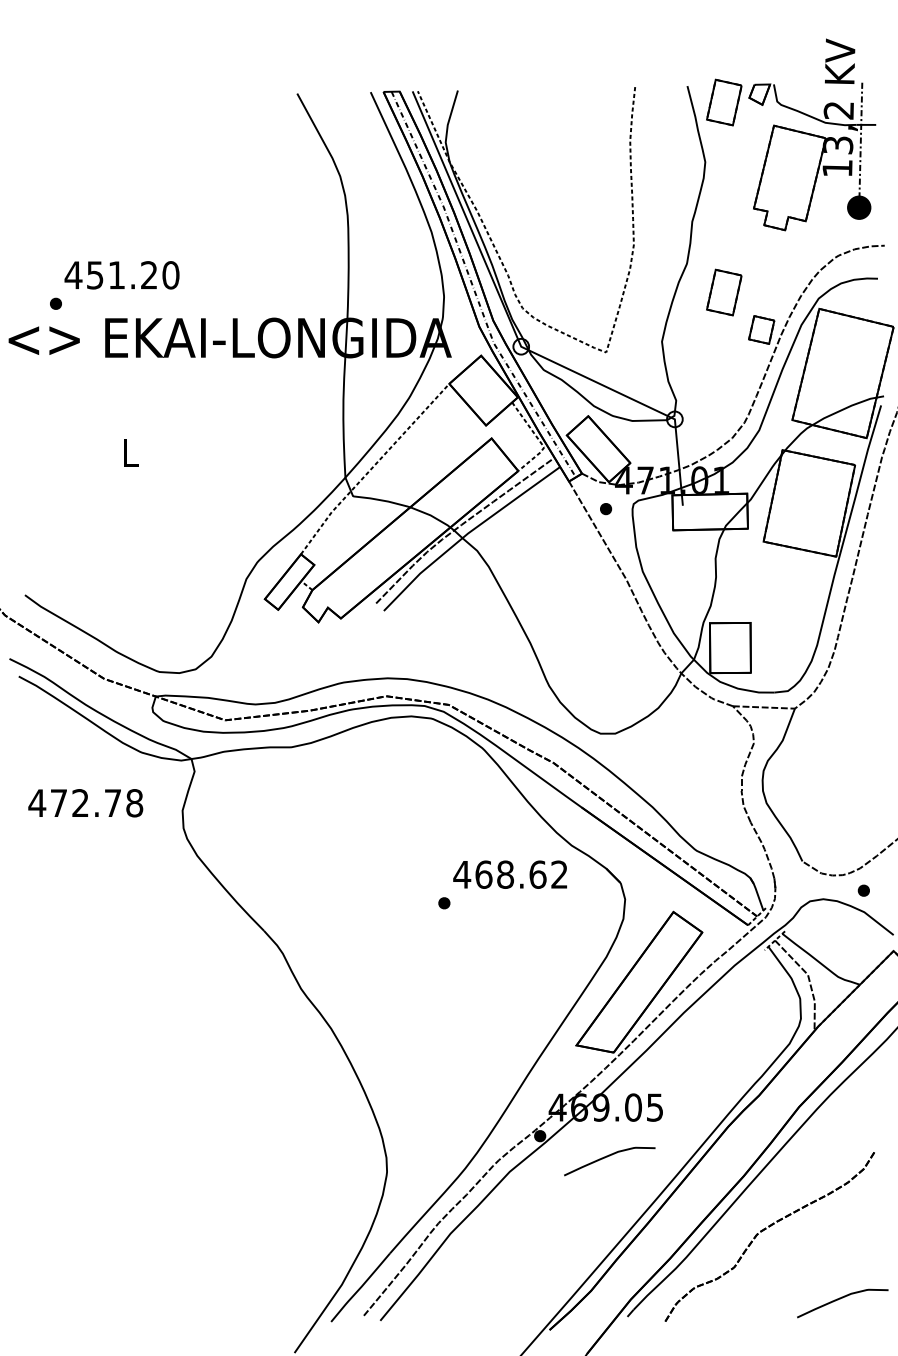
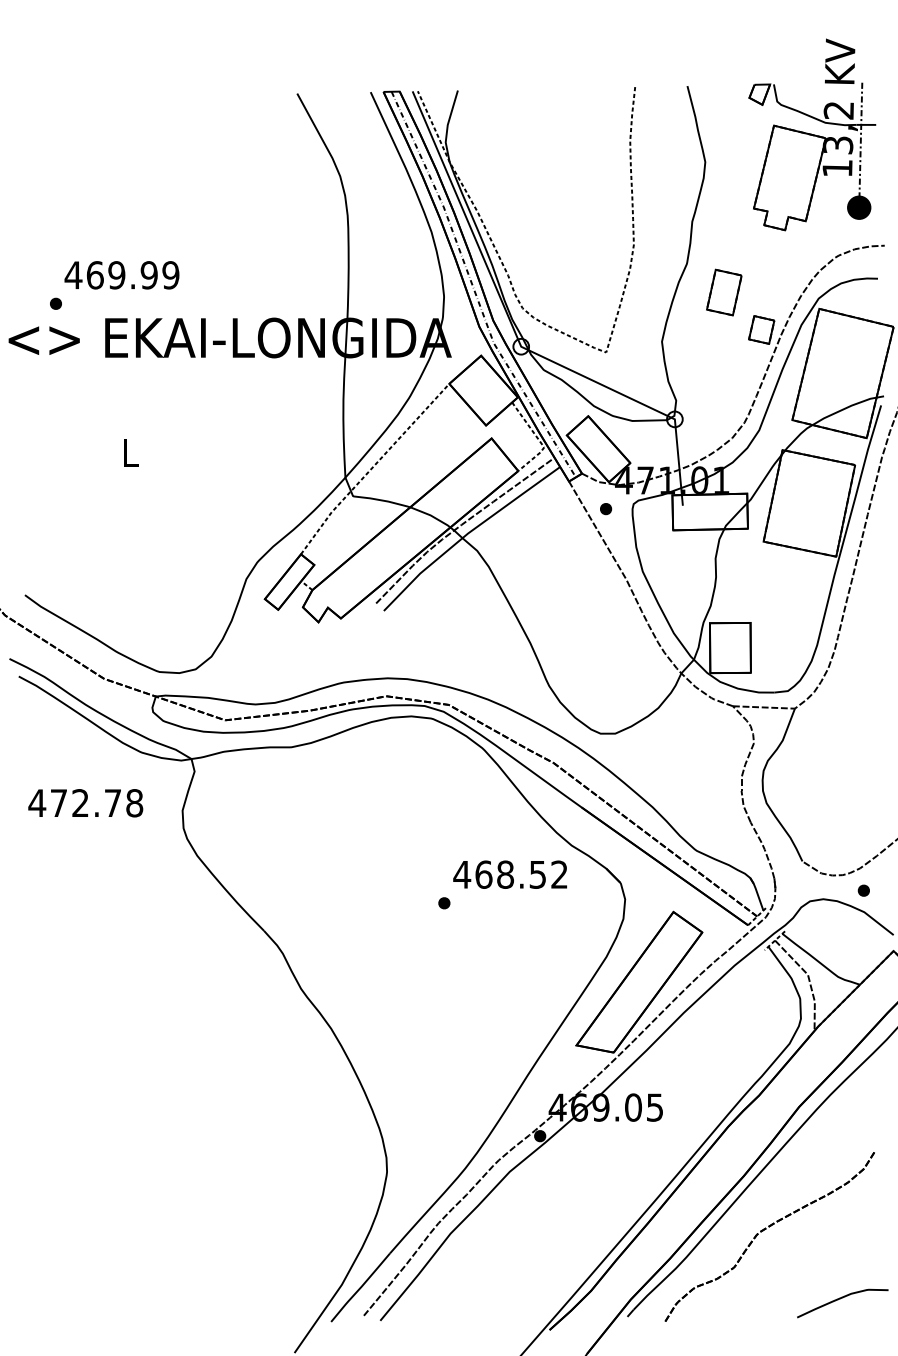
part at (724, 102): present -> none
text at (132, 275): 451.20 -> 469.99
text at (537, 874): 468.62 -> 468.52
curve at (607, 1157): present -> none
